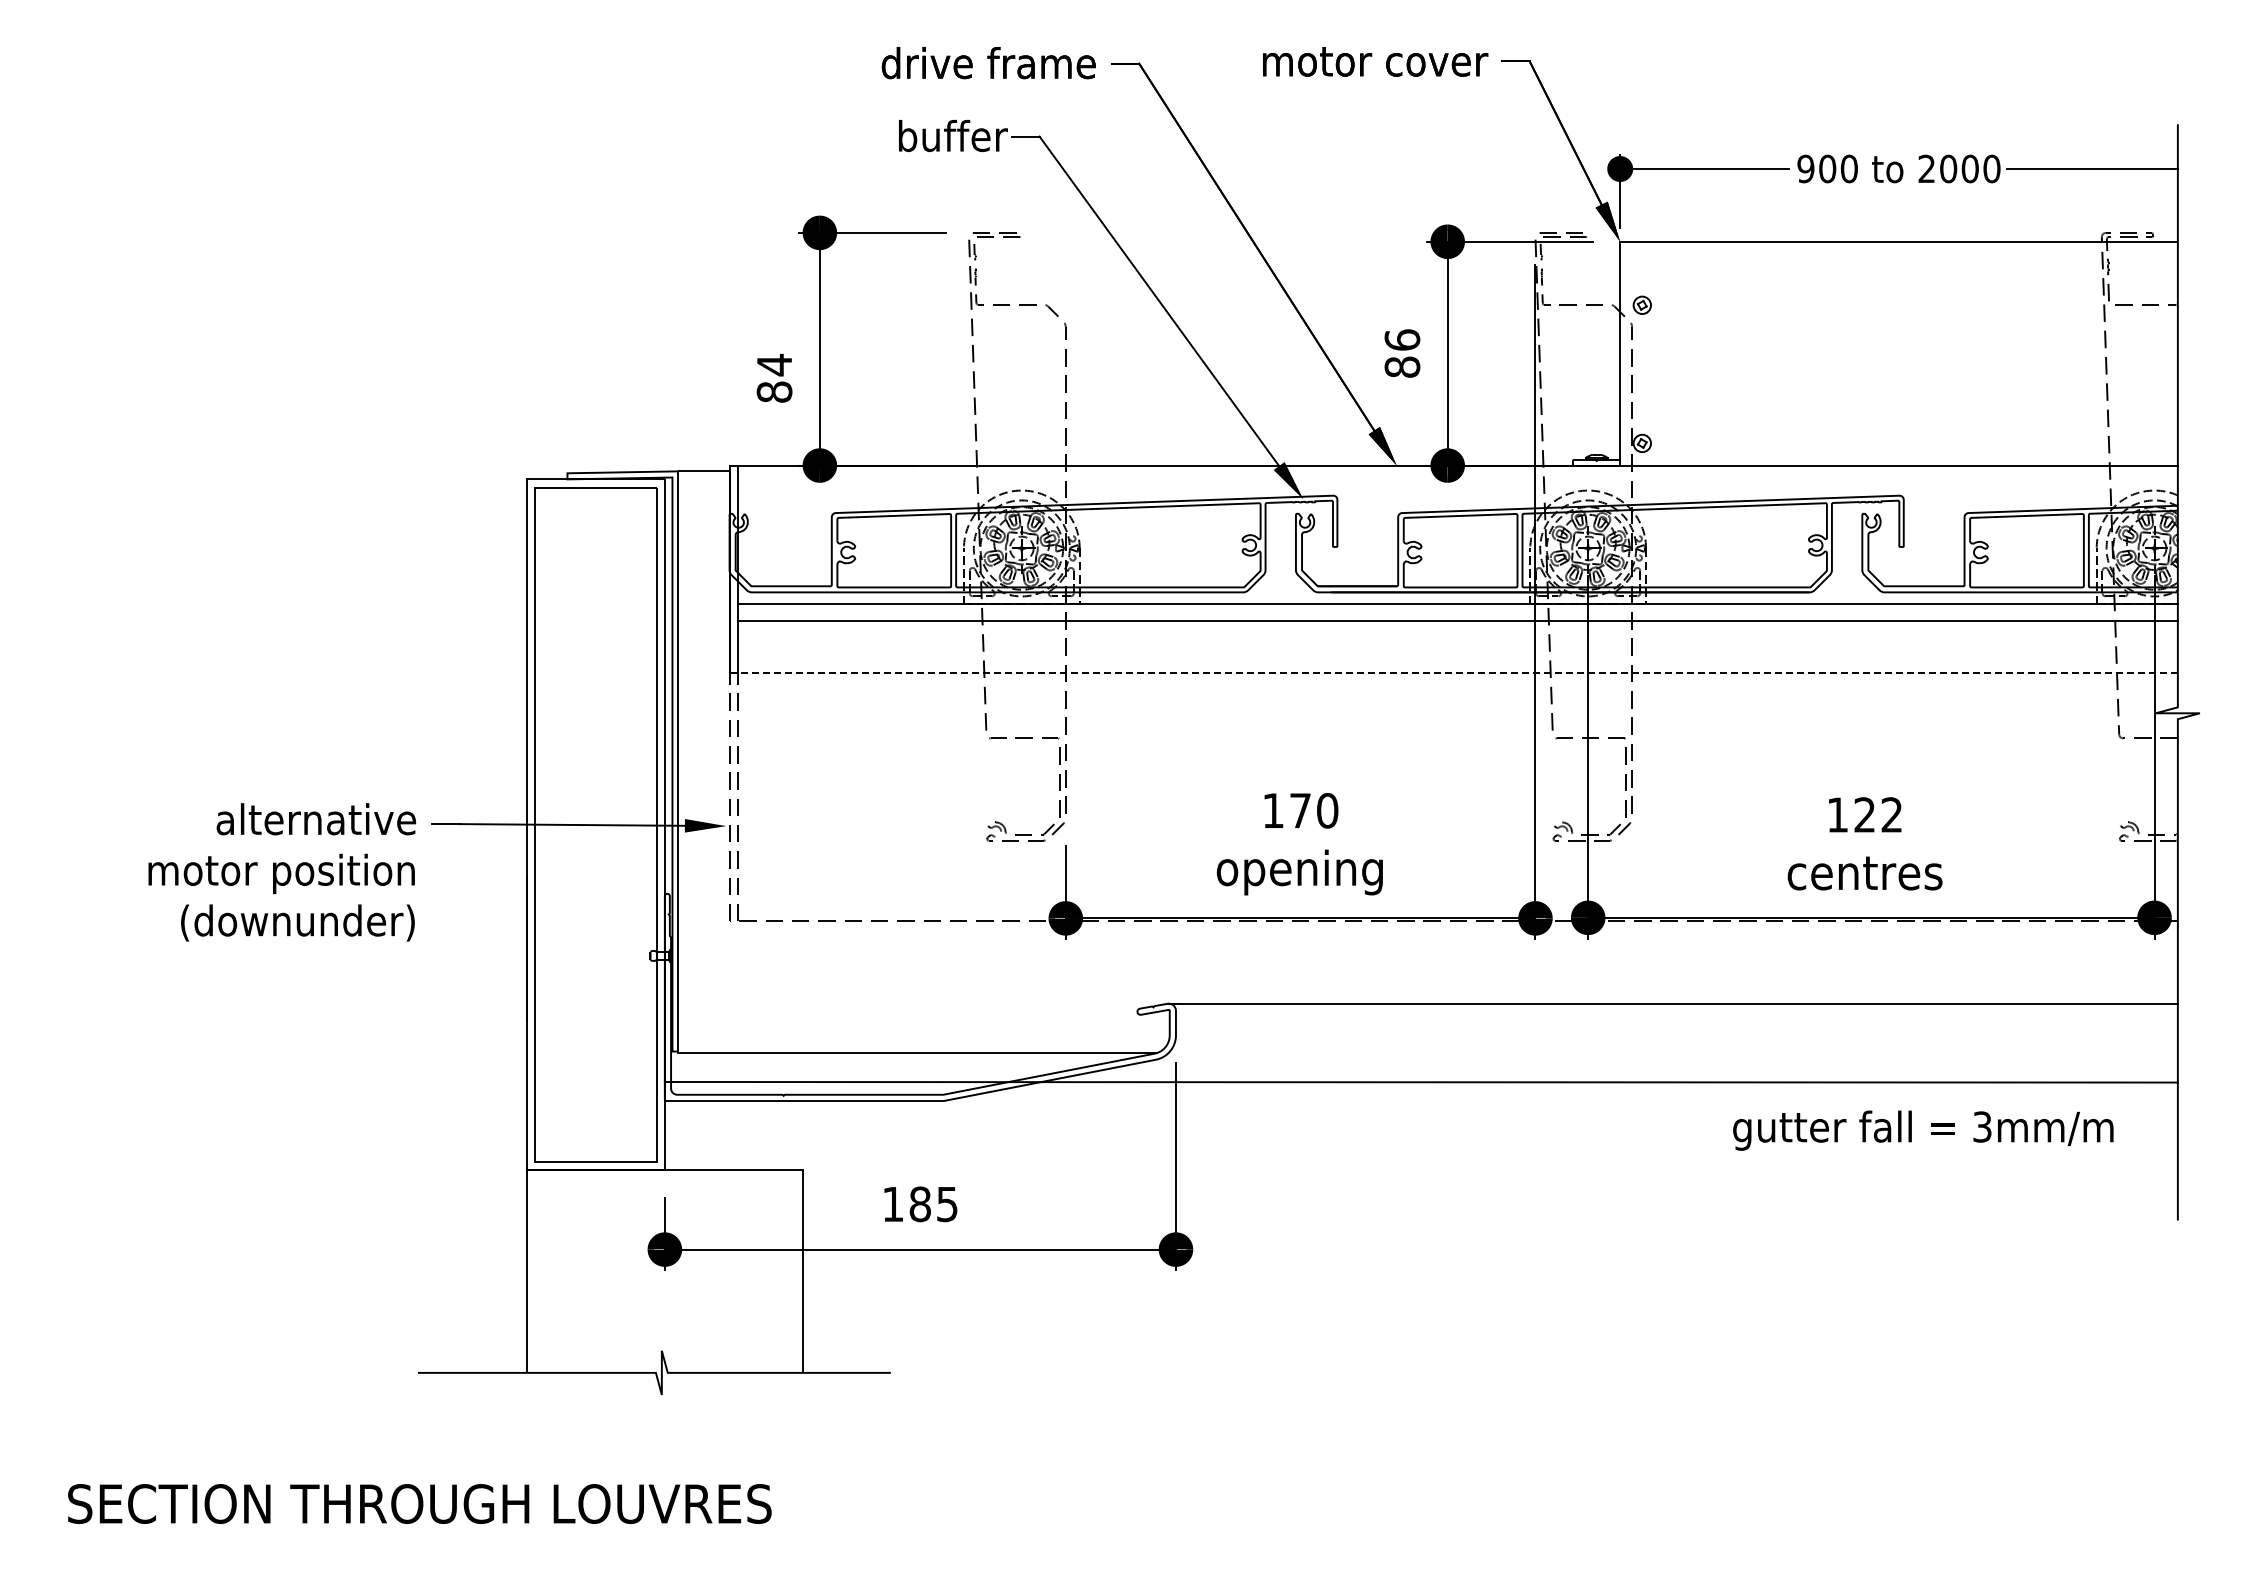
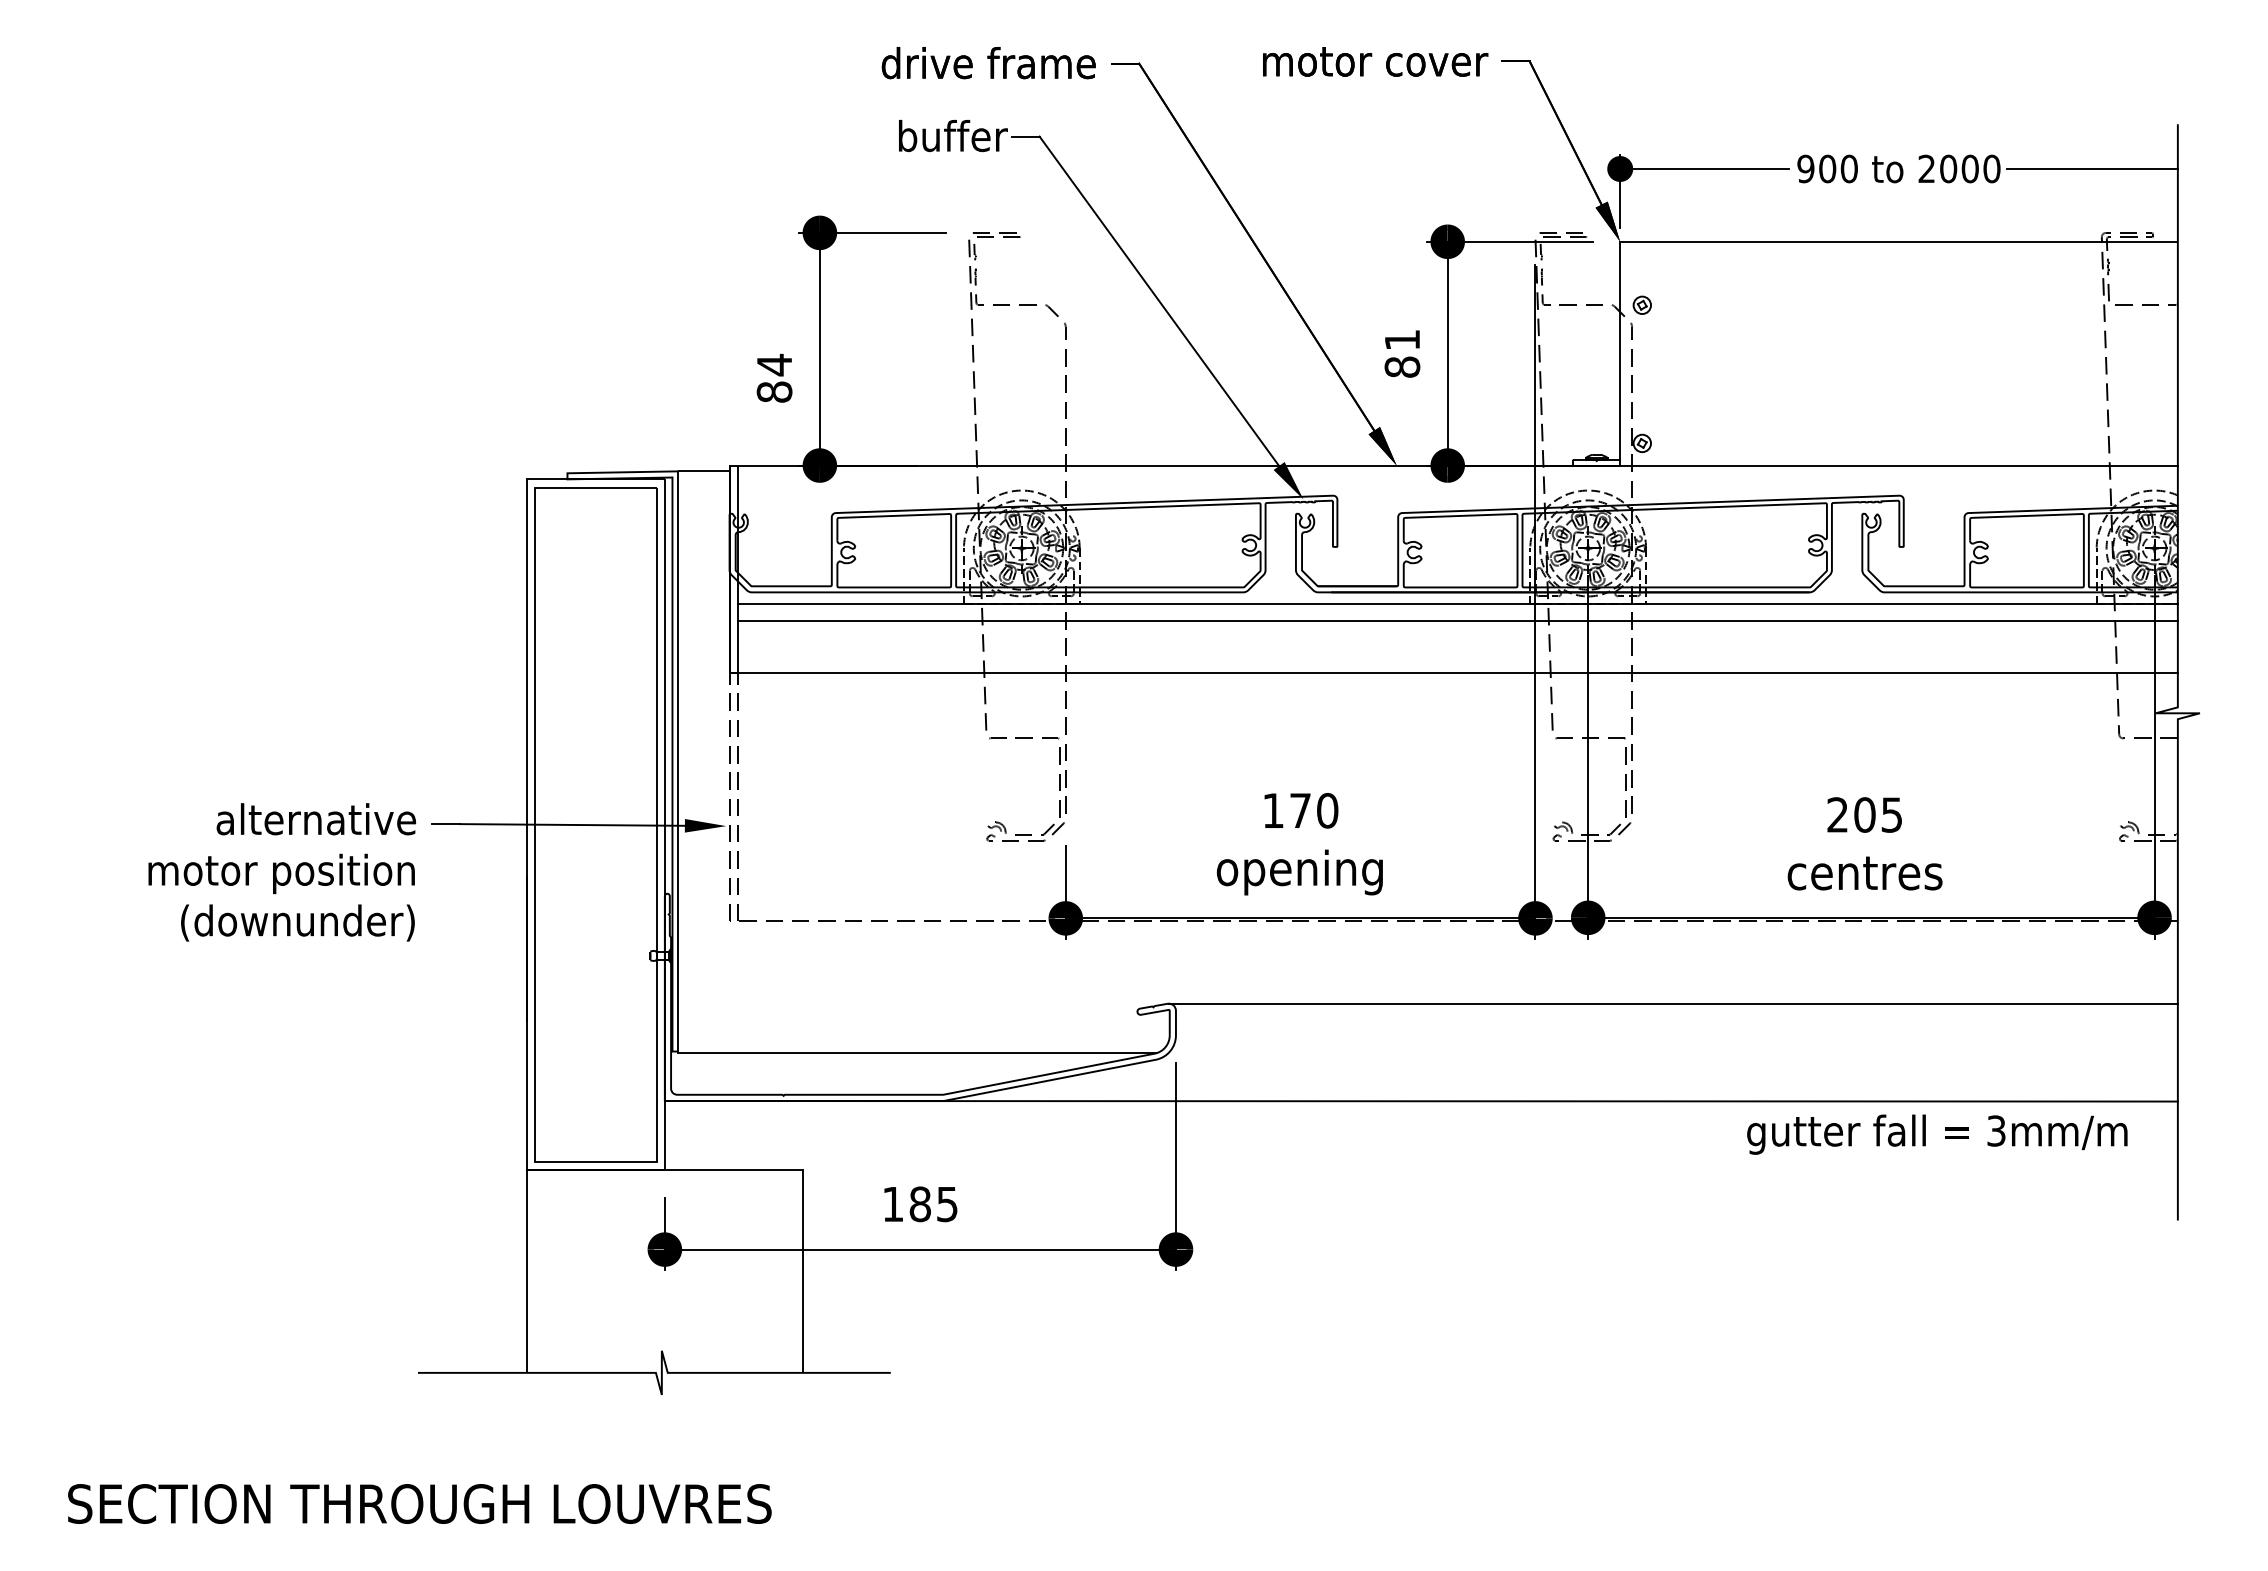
text at (1402, 339): 86 -> 81
line at (1453, 672): dashed -> solid
text at (1864, 814): 122 -> 205
line at (1420, 1082) position: (1420, 1082) -> (1420, 1101)
text at (1923, 1130) position: (1923, 1130) -> (1937, 1134)
